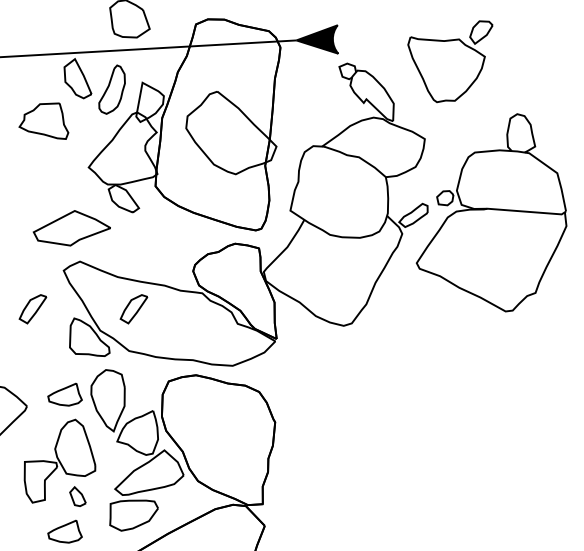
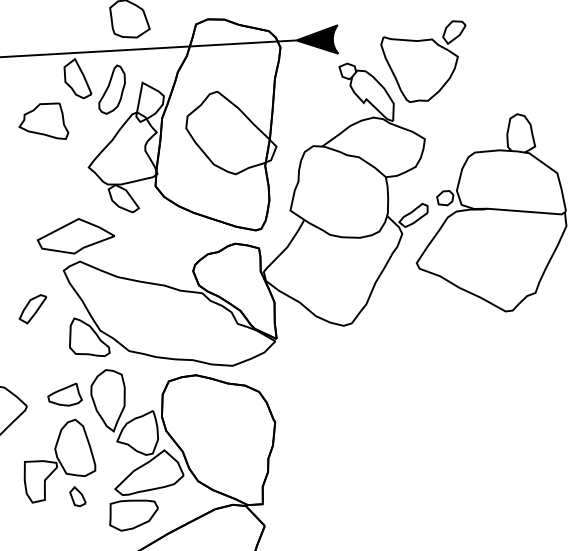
part at (450, 61) position: (450, 61) -> (423, 61)
part at (71, 228) position: (71, 228) -> (75, 236)
part at (133, 309): present -> none
part at (64, 531): present -> none
